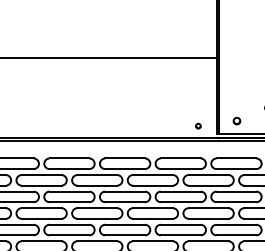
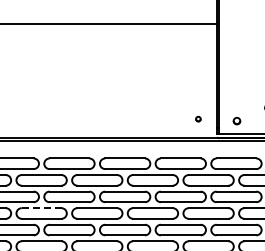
line at (109, 58) position: (109, 58) -> (109, 24)
part at (198, 125) position: (198, 125) -> (198, 118)
line at (41, 208): solid -> dashed
